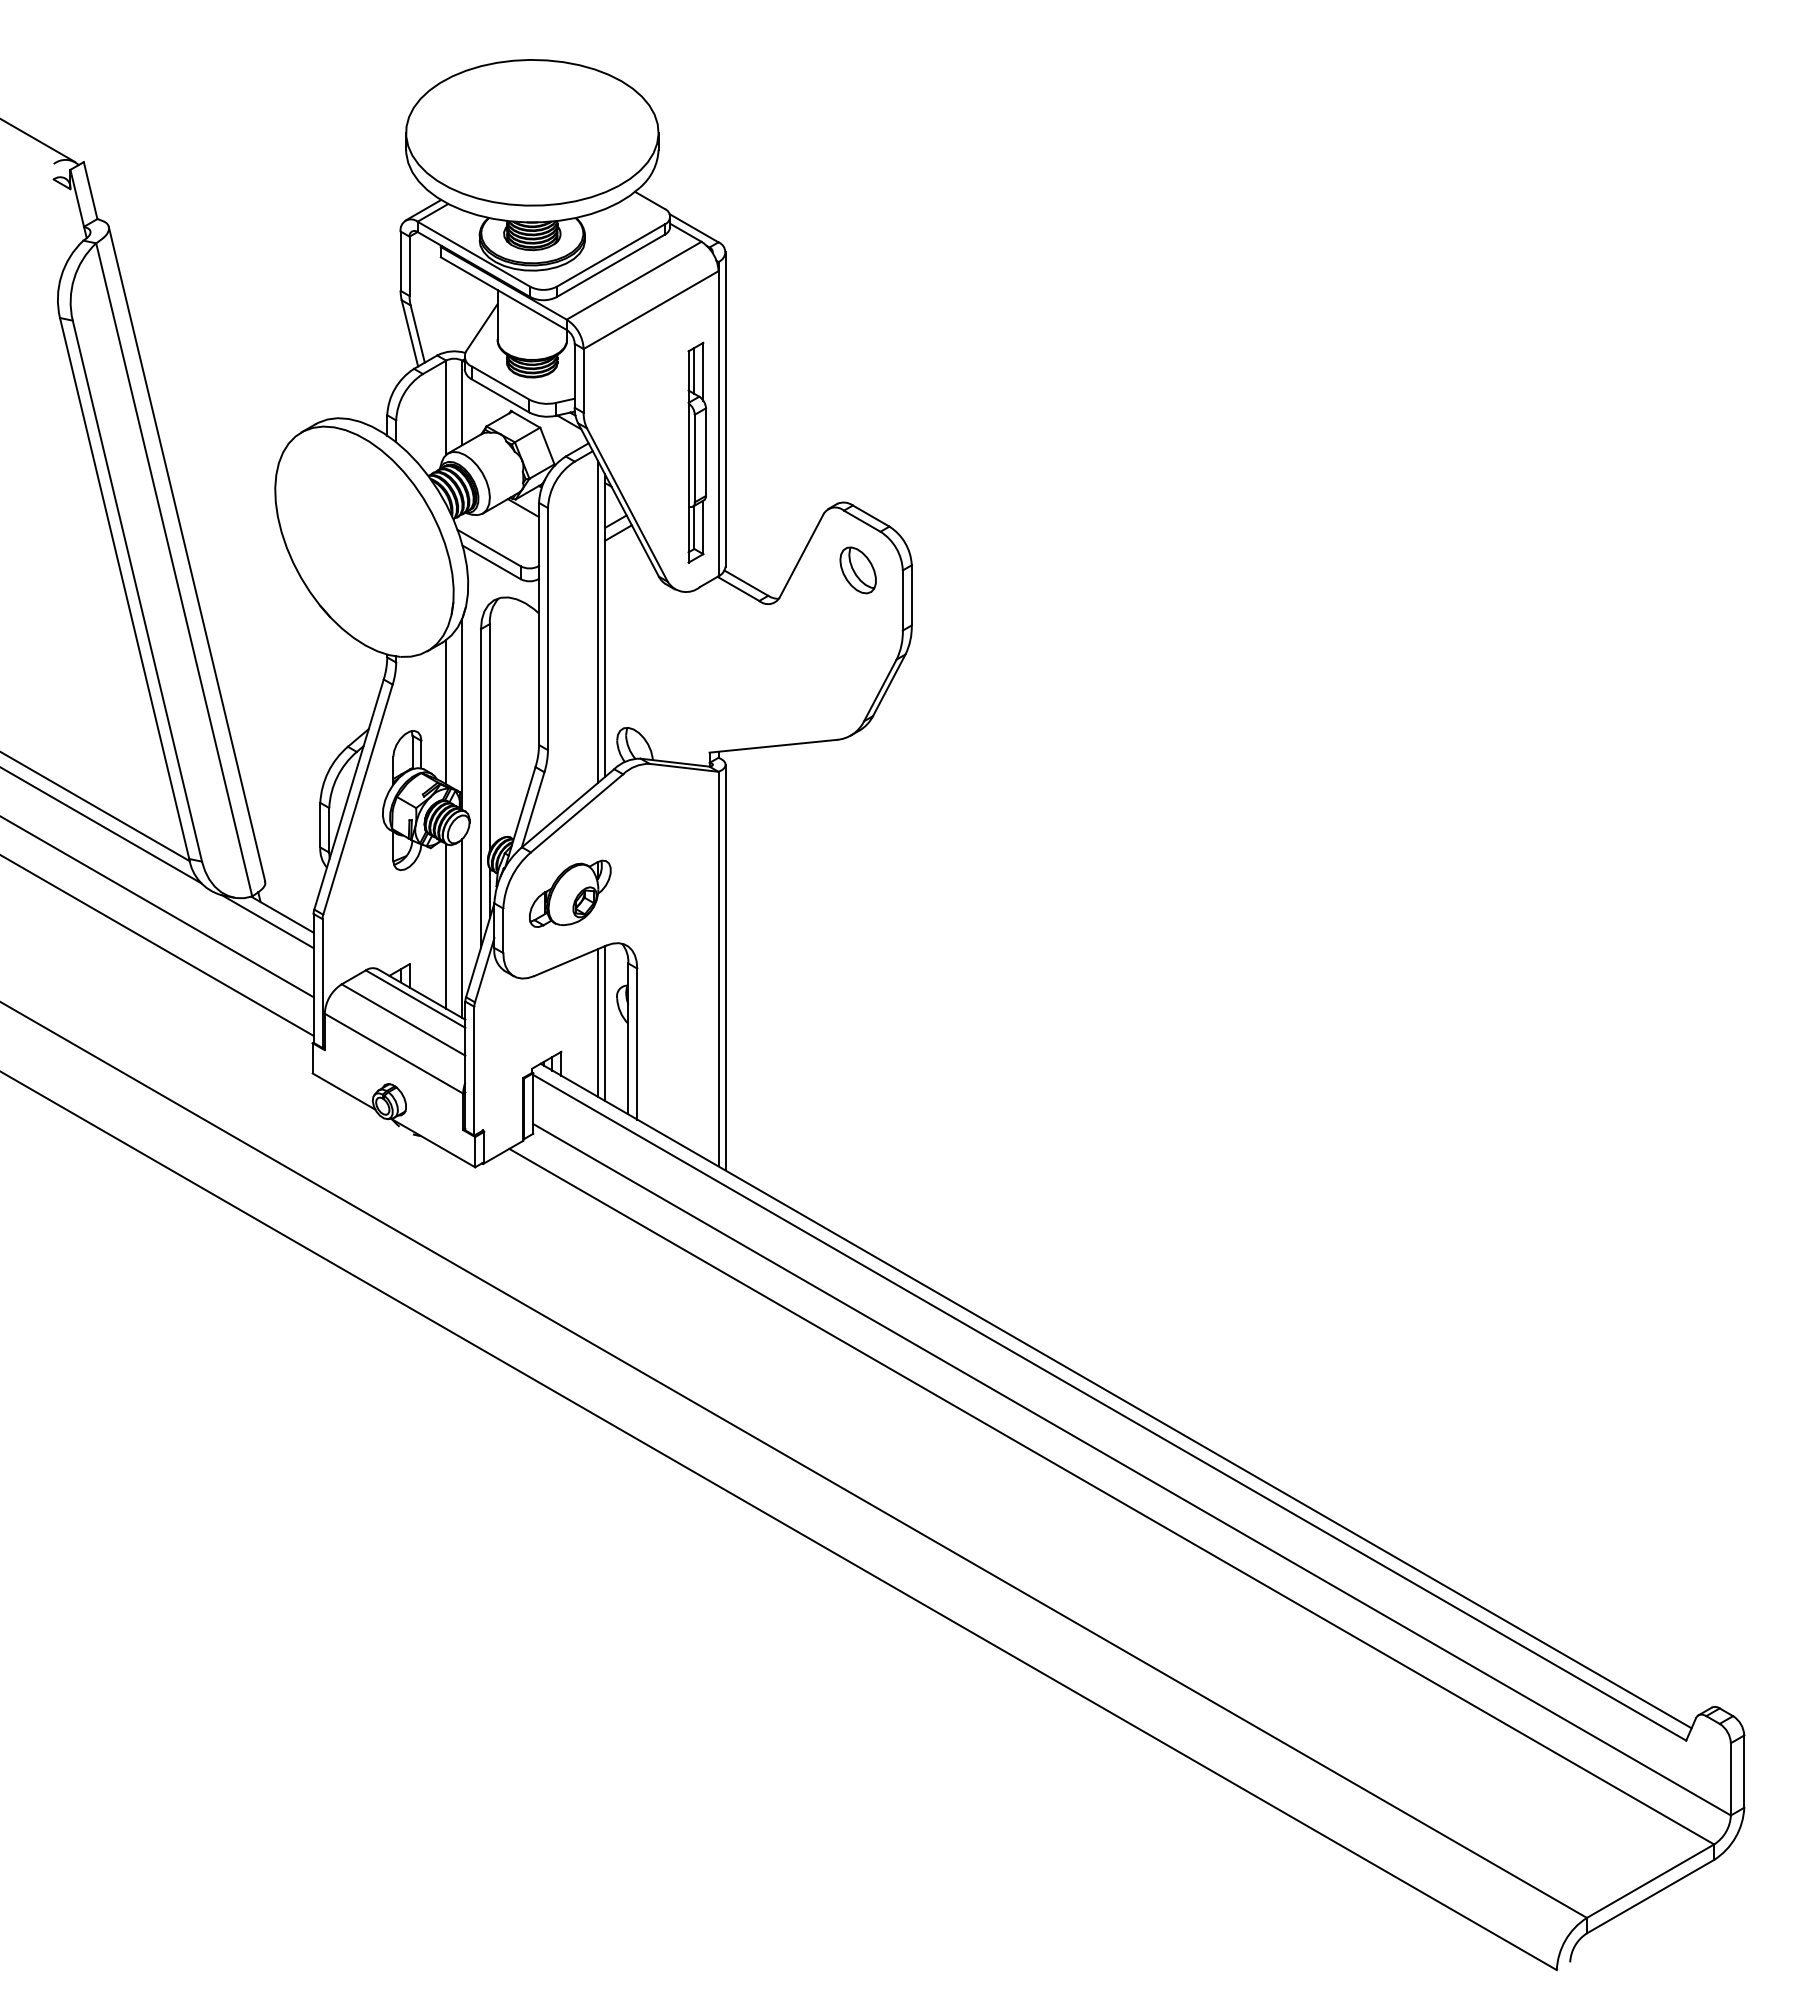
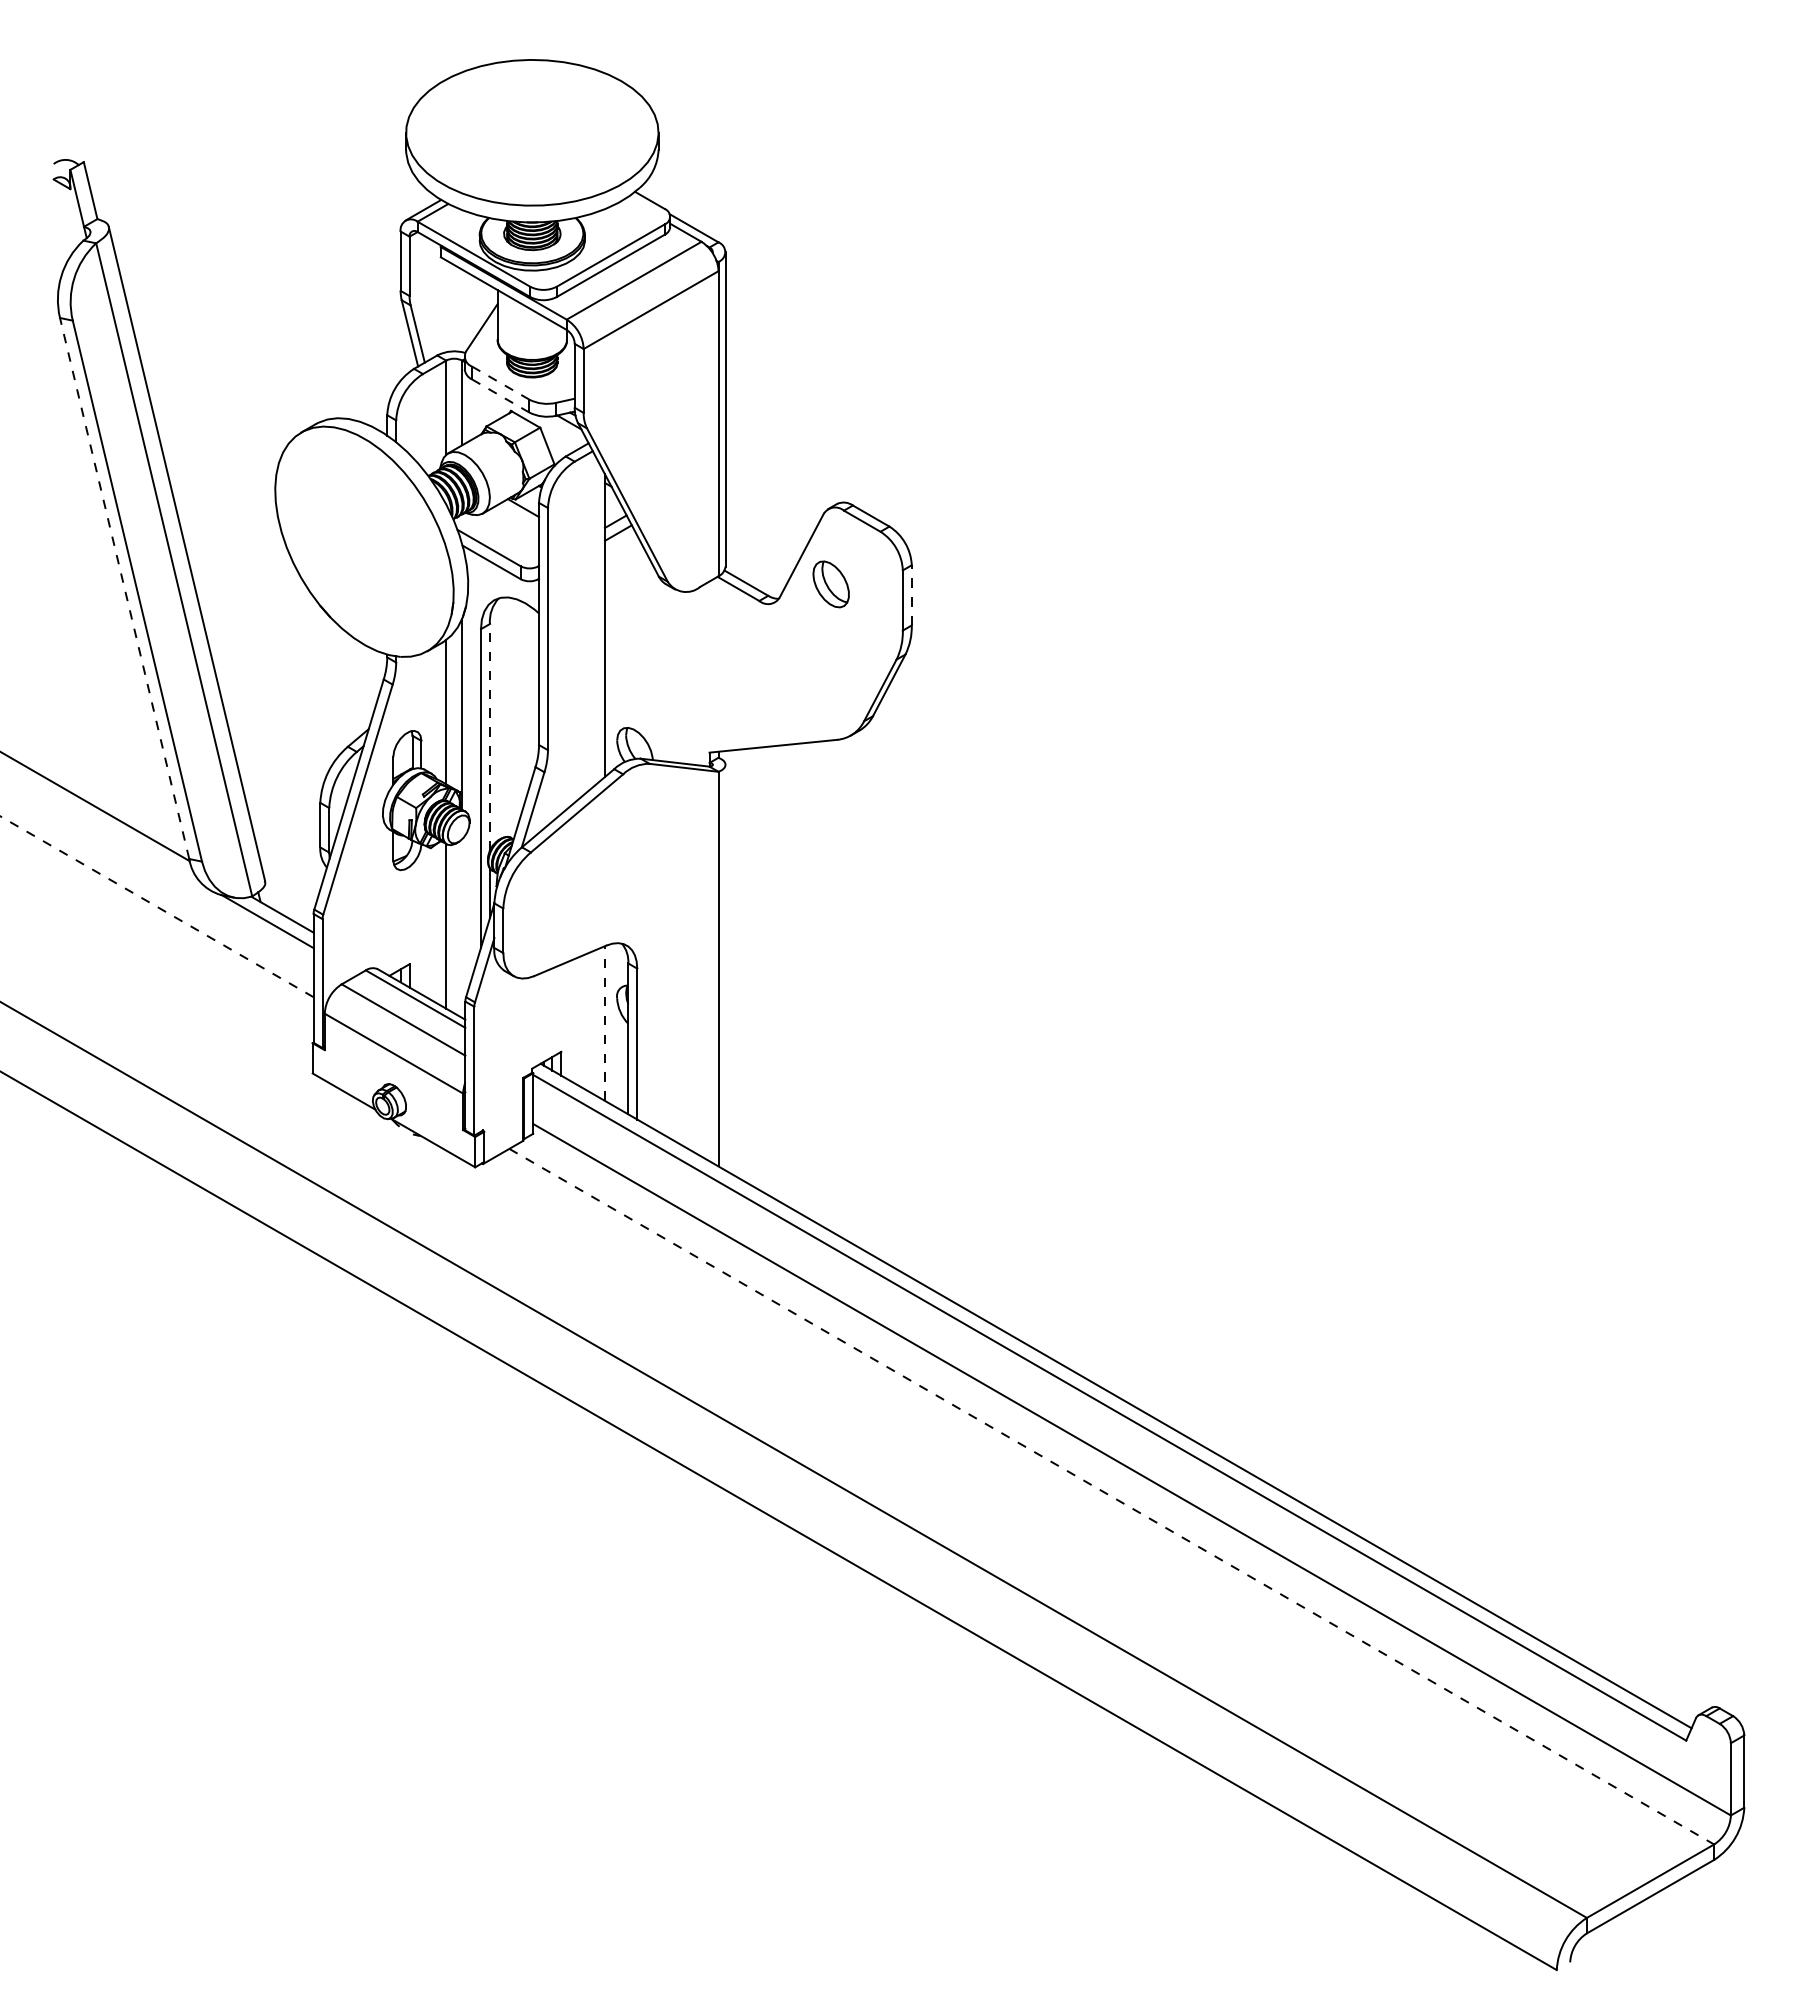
line at (38, 140): present -> none
line at (500, 383): solid -> dashed
line at (500, 395): solid -> dashed
part at (696, 452): present -> none
part at (857, 570) position: (857, 570) -> (830, 584)
line at (124, 588): solid -> dashed
line at (911, 594): solid -> dashed
line at (597, 621): present -> none
line at (489, 736): solid -> dashed
line at (101, 825): present -> none
part at (570, 893): present -> none
line at (157, 906): solid -> dashed
line at (462, 928): present -> none
line at (157, 945): present -> none
line at (725, 967): present -> none
line at (597, 1022): present -> none
line at (605, 1023): solid -> dashed
line at (1111, 1496): solid -> dashed
